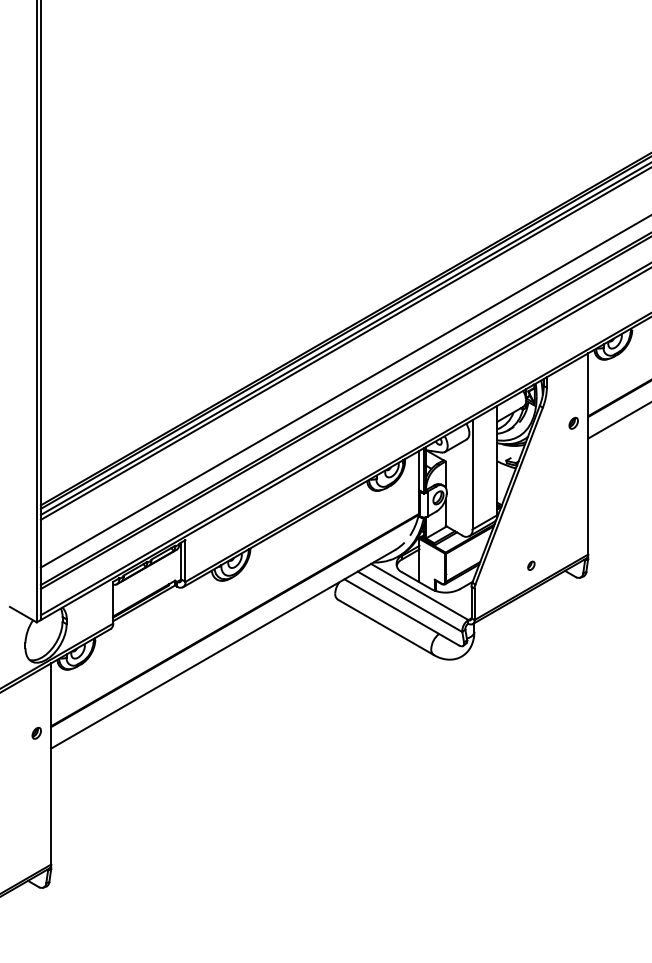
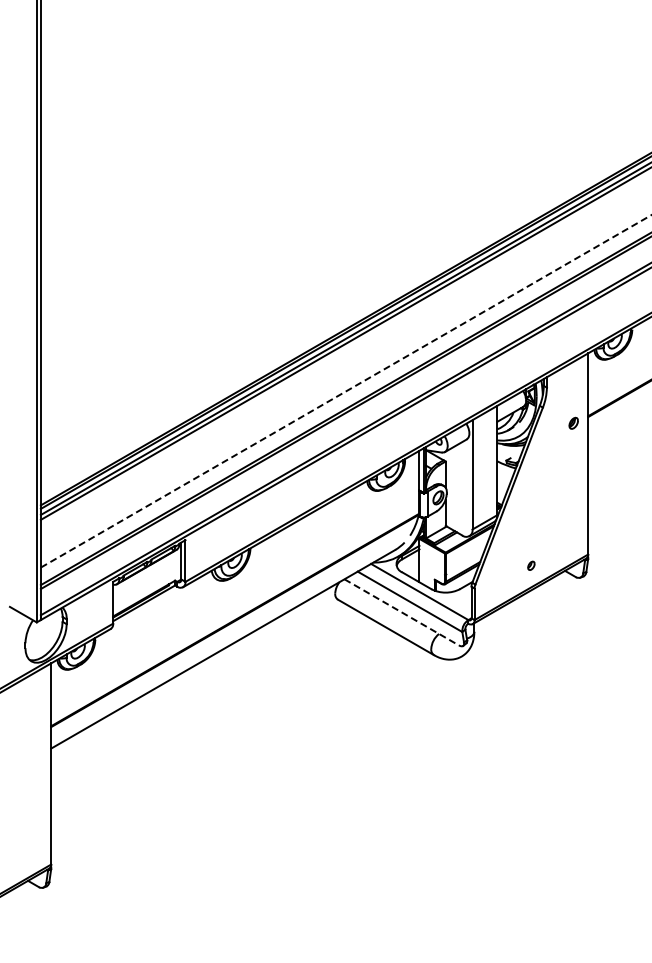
line at (346, 391): solid -> dashed
line at (618, 420): present -> none
line at (402, 612): solid -> dashed
part at (36, 732): present -> none
